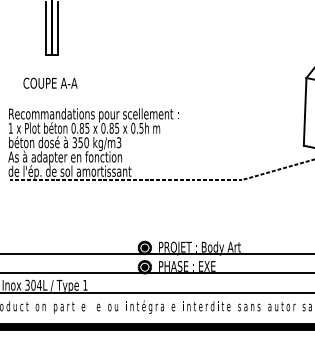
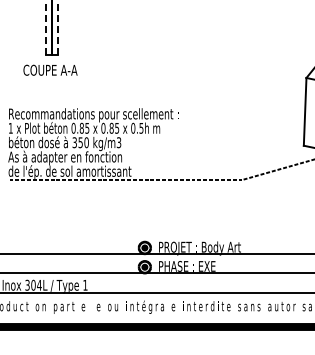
line at (45, 28): solid -> dashed
line at (58, 28): solid -> dashed
text at (50, 82) position: (50, 82) -> (50, 69)
